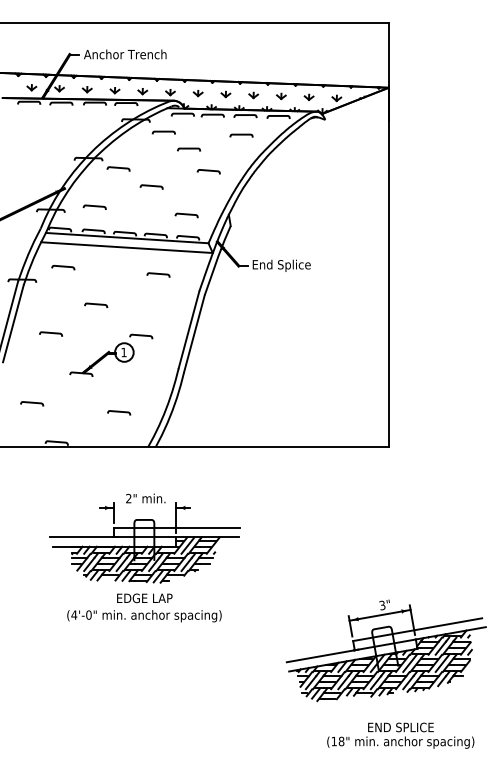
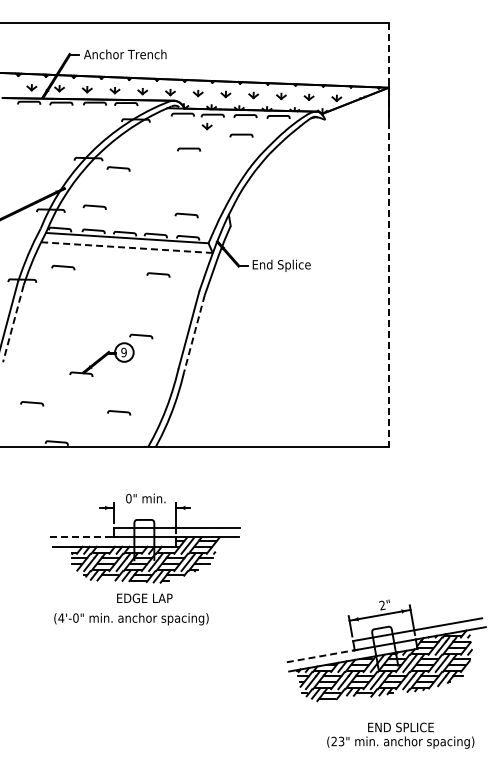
part at (206, 126): none -> present
line at (163, 132): present -> none
curve at (208, 171): present -> none
curve at (151, 186): present -> none
line at (388, 235): solid -> dashed
line at (127, 247): solid -> dashed
curve at (96, 305): present -> none
line at (13, 323): solid -> dashed
curve at (50, 333): present -> none
line at (194, 333): solid -> dashed
text at (123, 352): 1 -> 9
text at (128, 498): 2" -> 0"
line at (84, 537): solid -> dashed
text at (382, 605): 3" -> 2"
text at (144, 616) position: (144, 616) -> (131, 619)
line at (323, 655): solid -> dashed
text at (337, 741): (18" -> (23"
